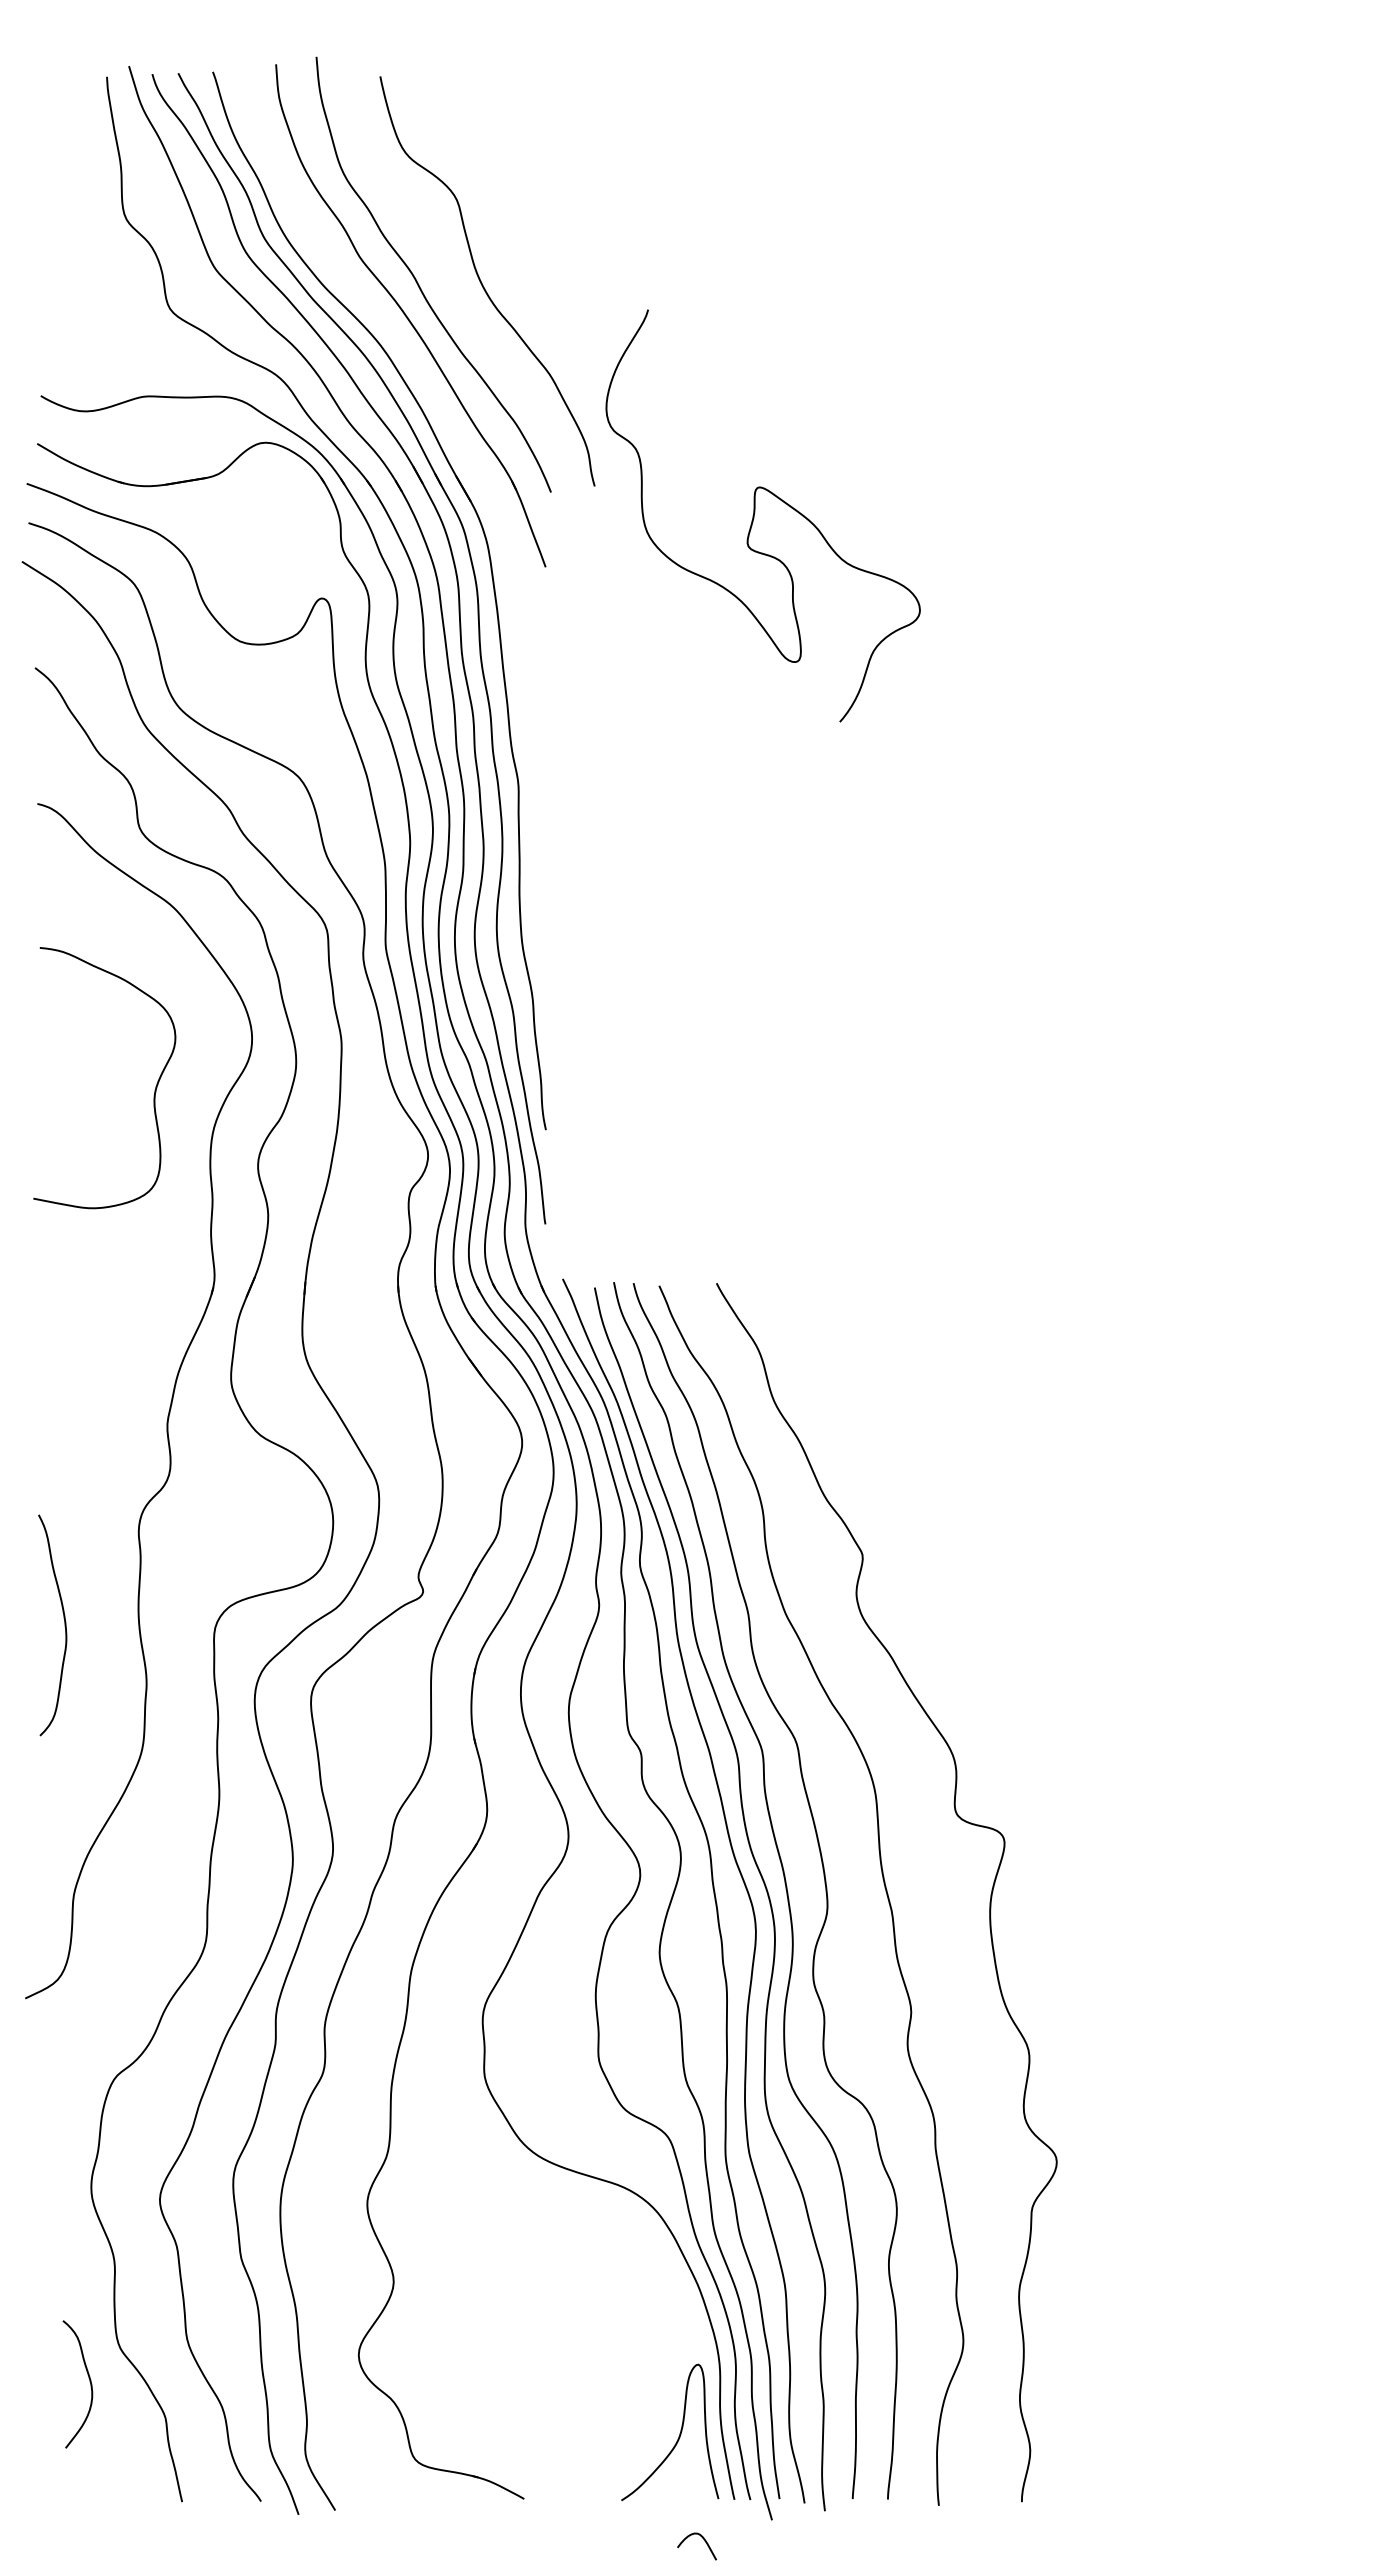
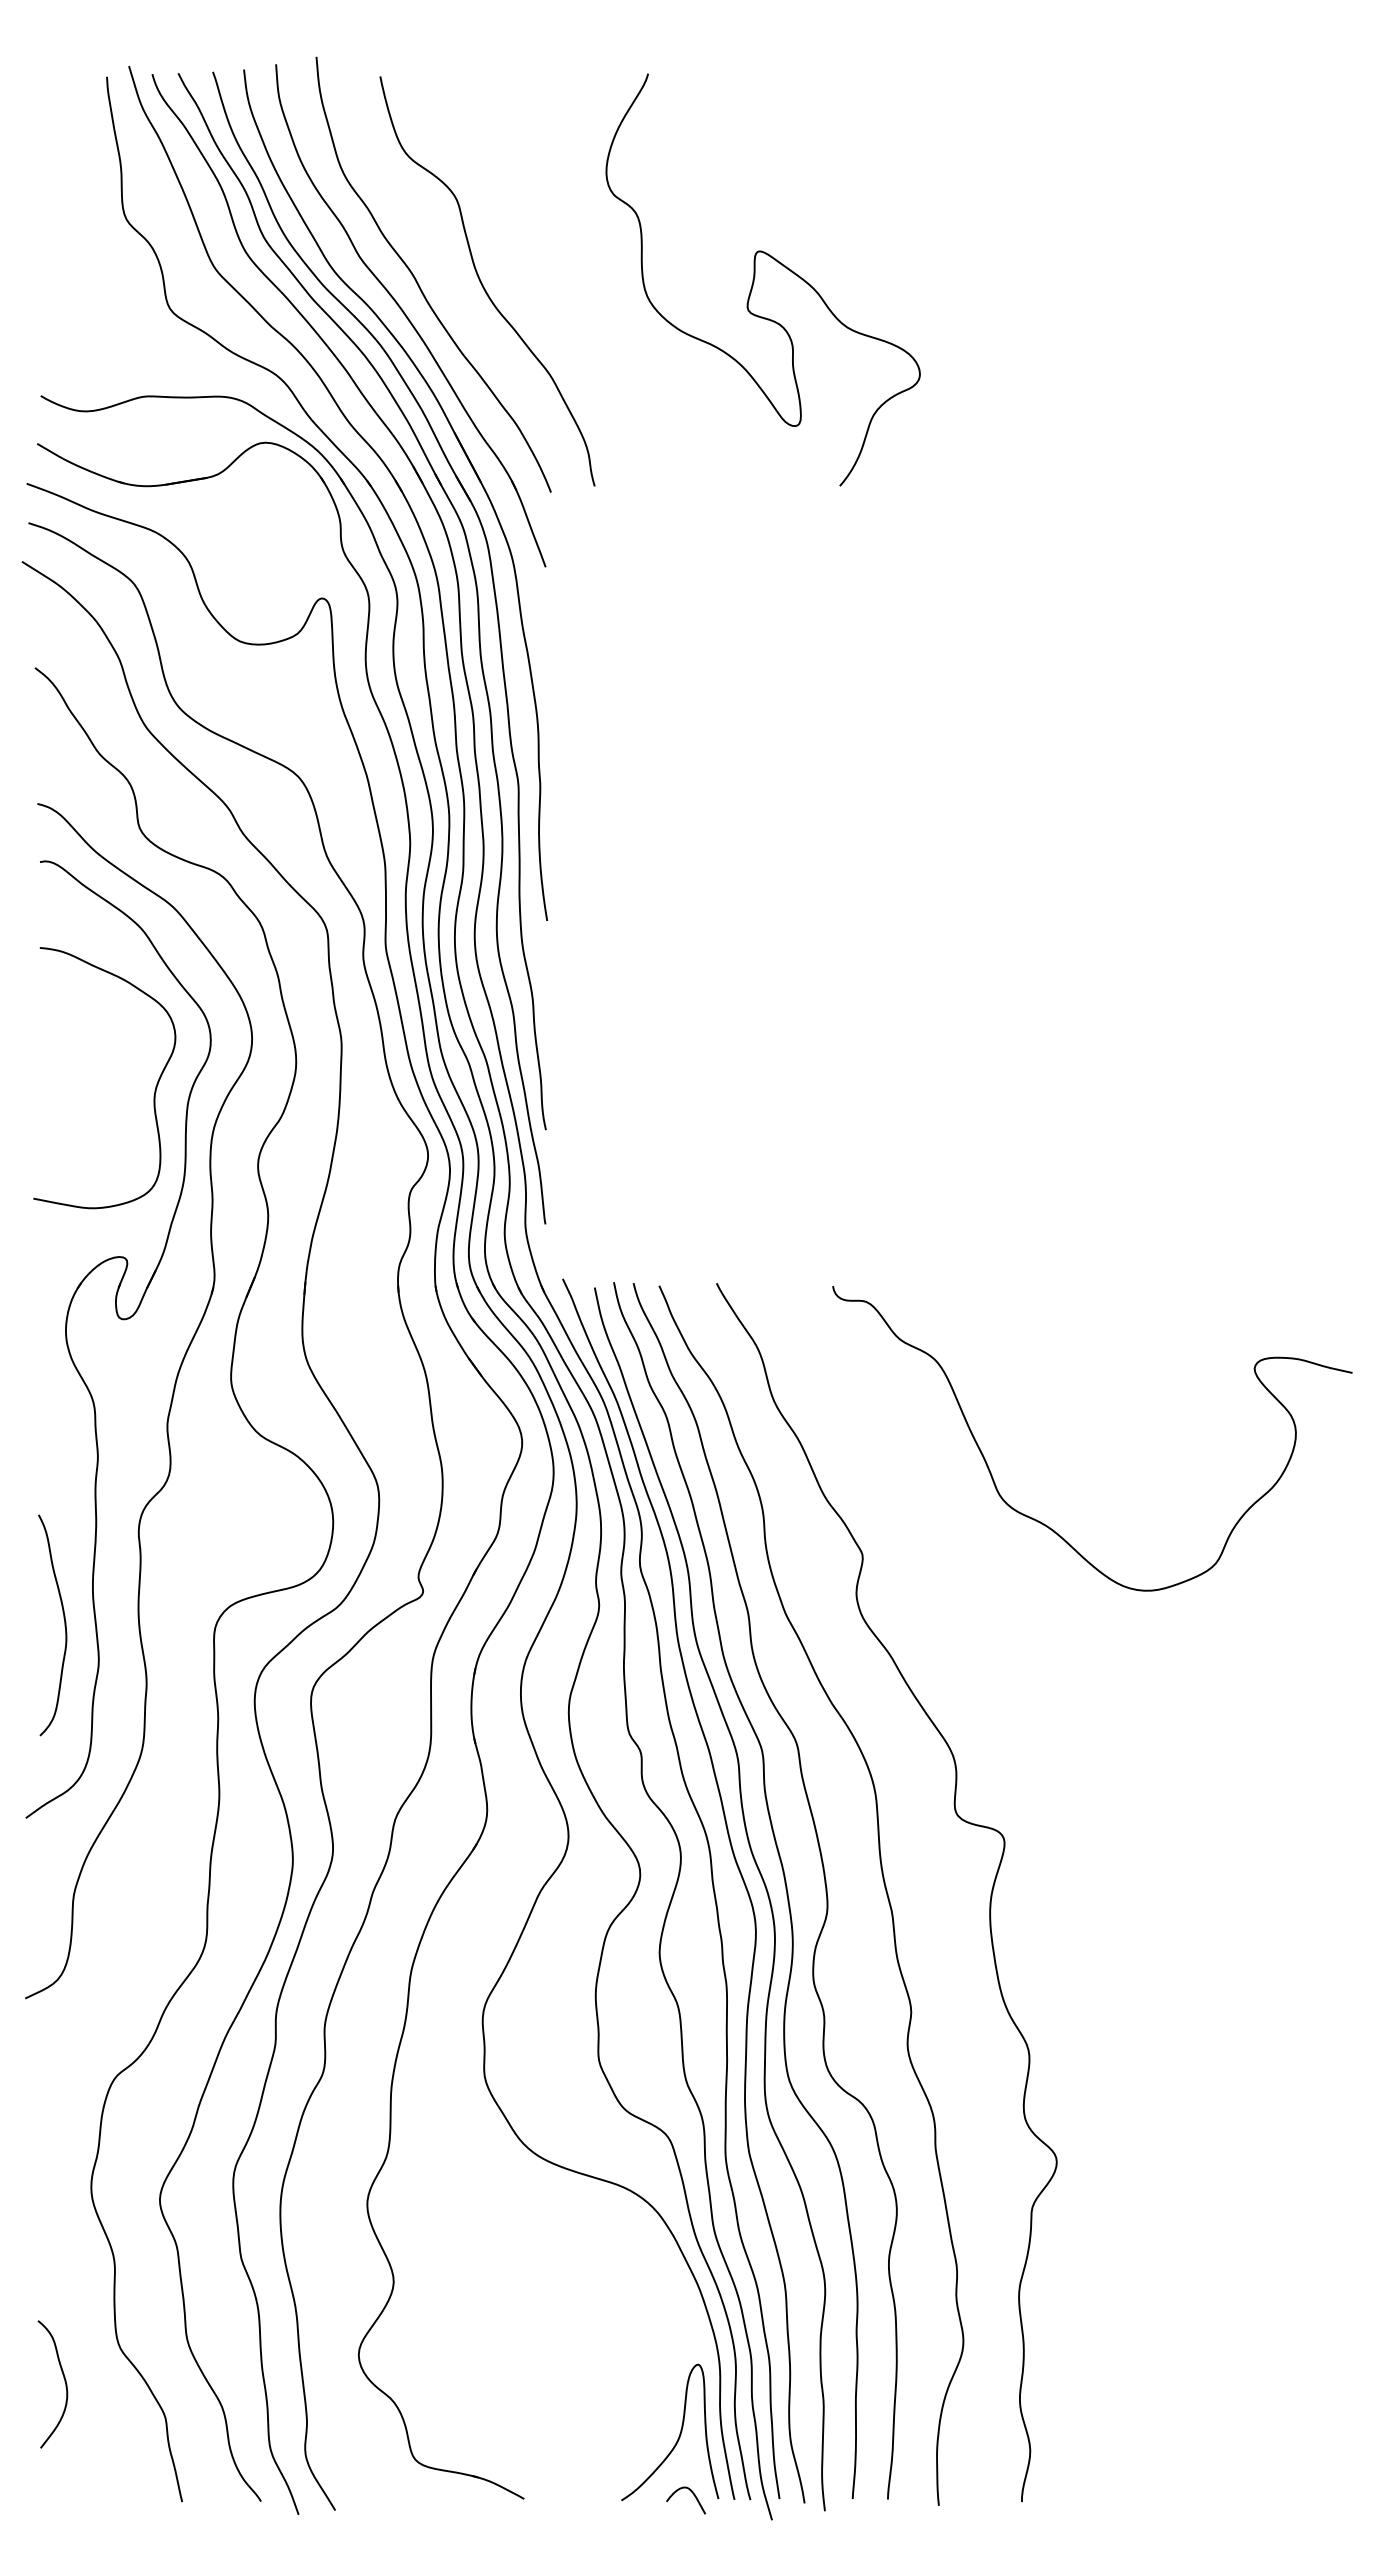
part at (464, 454): none -> present
curve at (755, 513) position: (755, 513) -> (755, 277)
part at (122, 1320): none -> present
curve at (1044, 1523): none -> present
curve at (89, 2381) position: (89, 2381) -> (64, 2381)
curve at (704, 2541) position: (704, 2541) -> (693, 2495)
